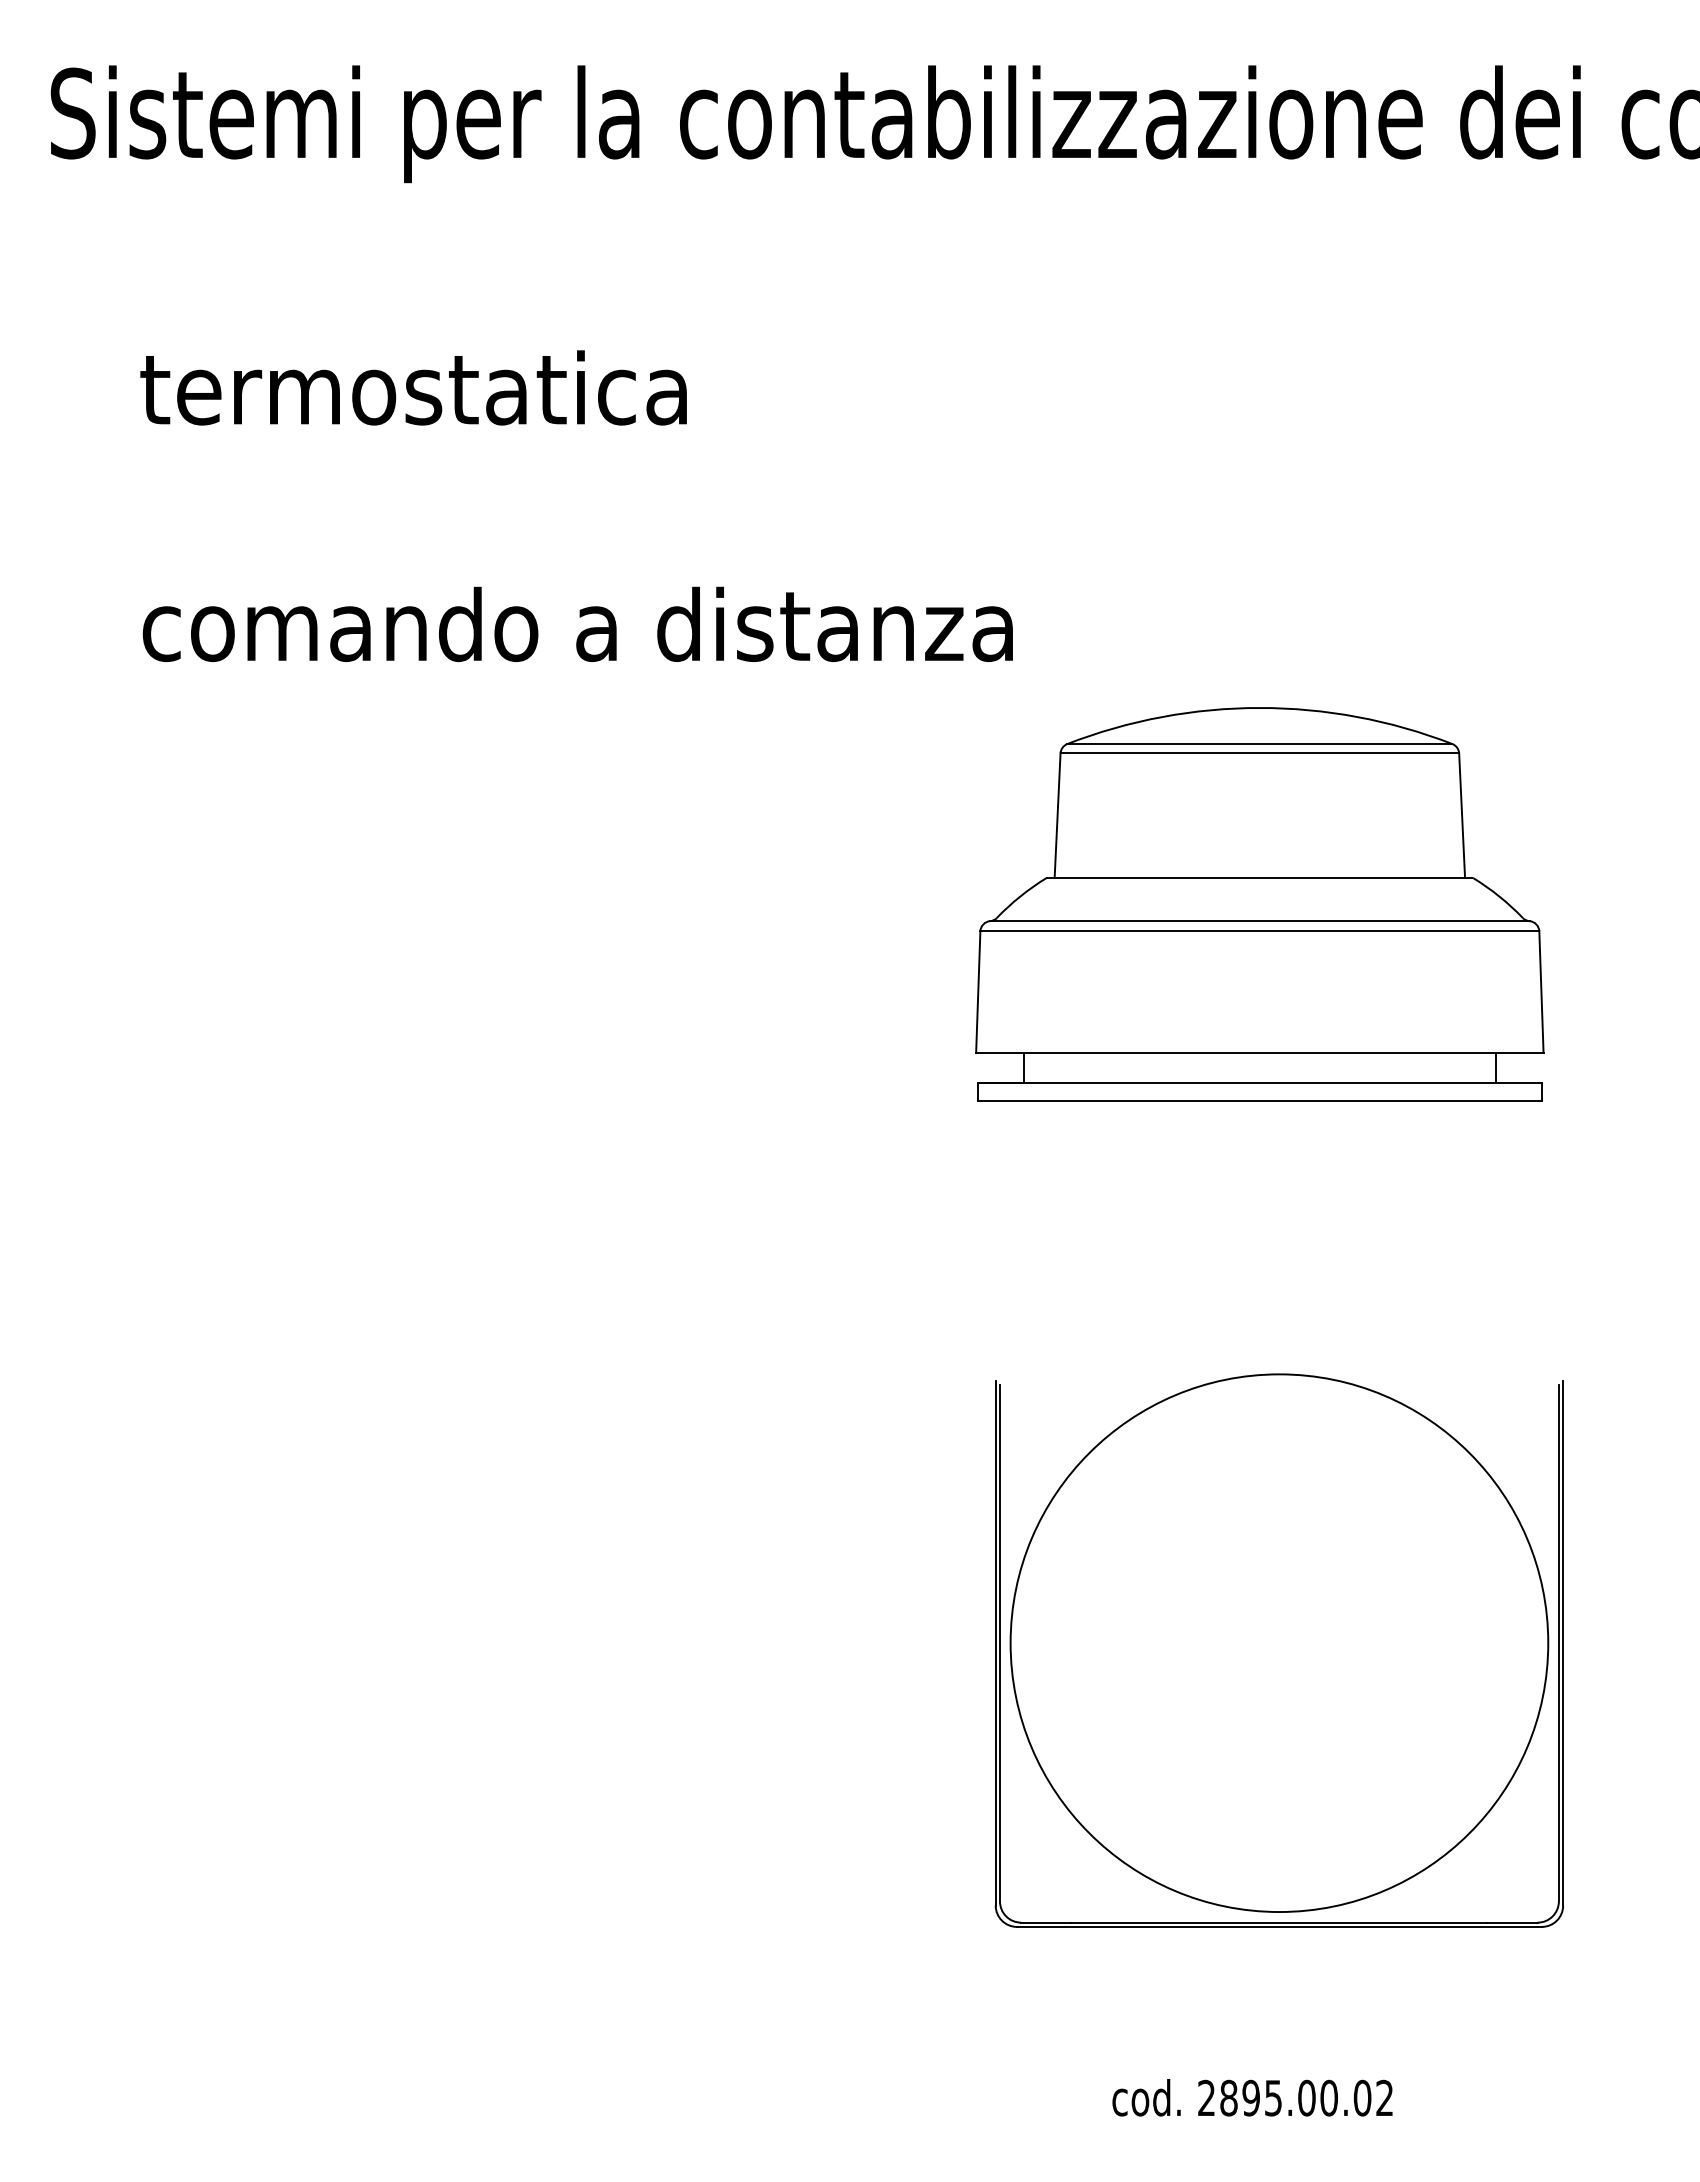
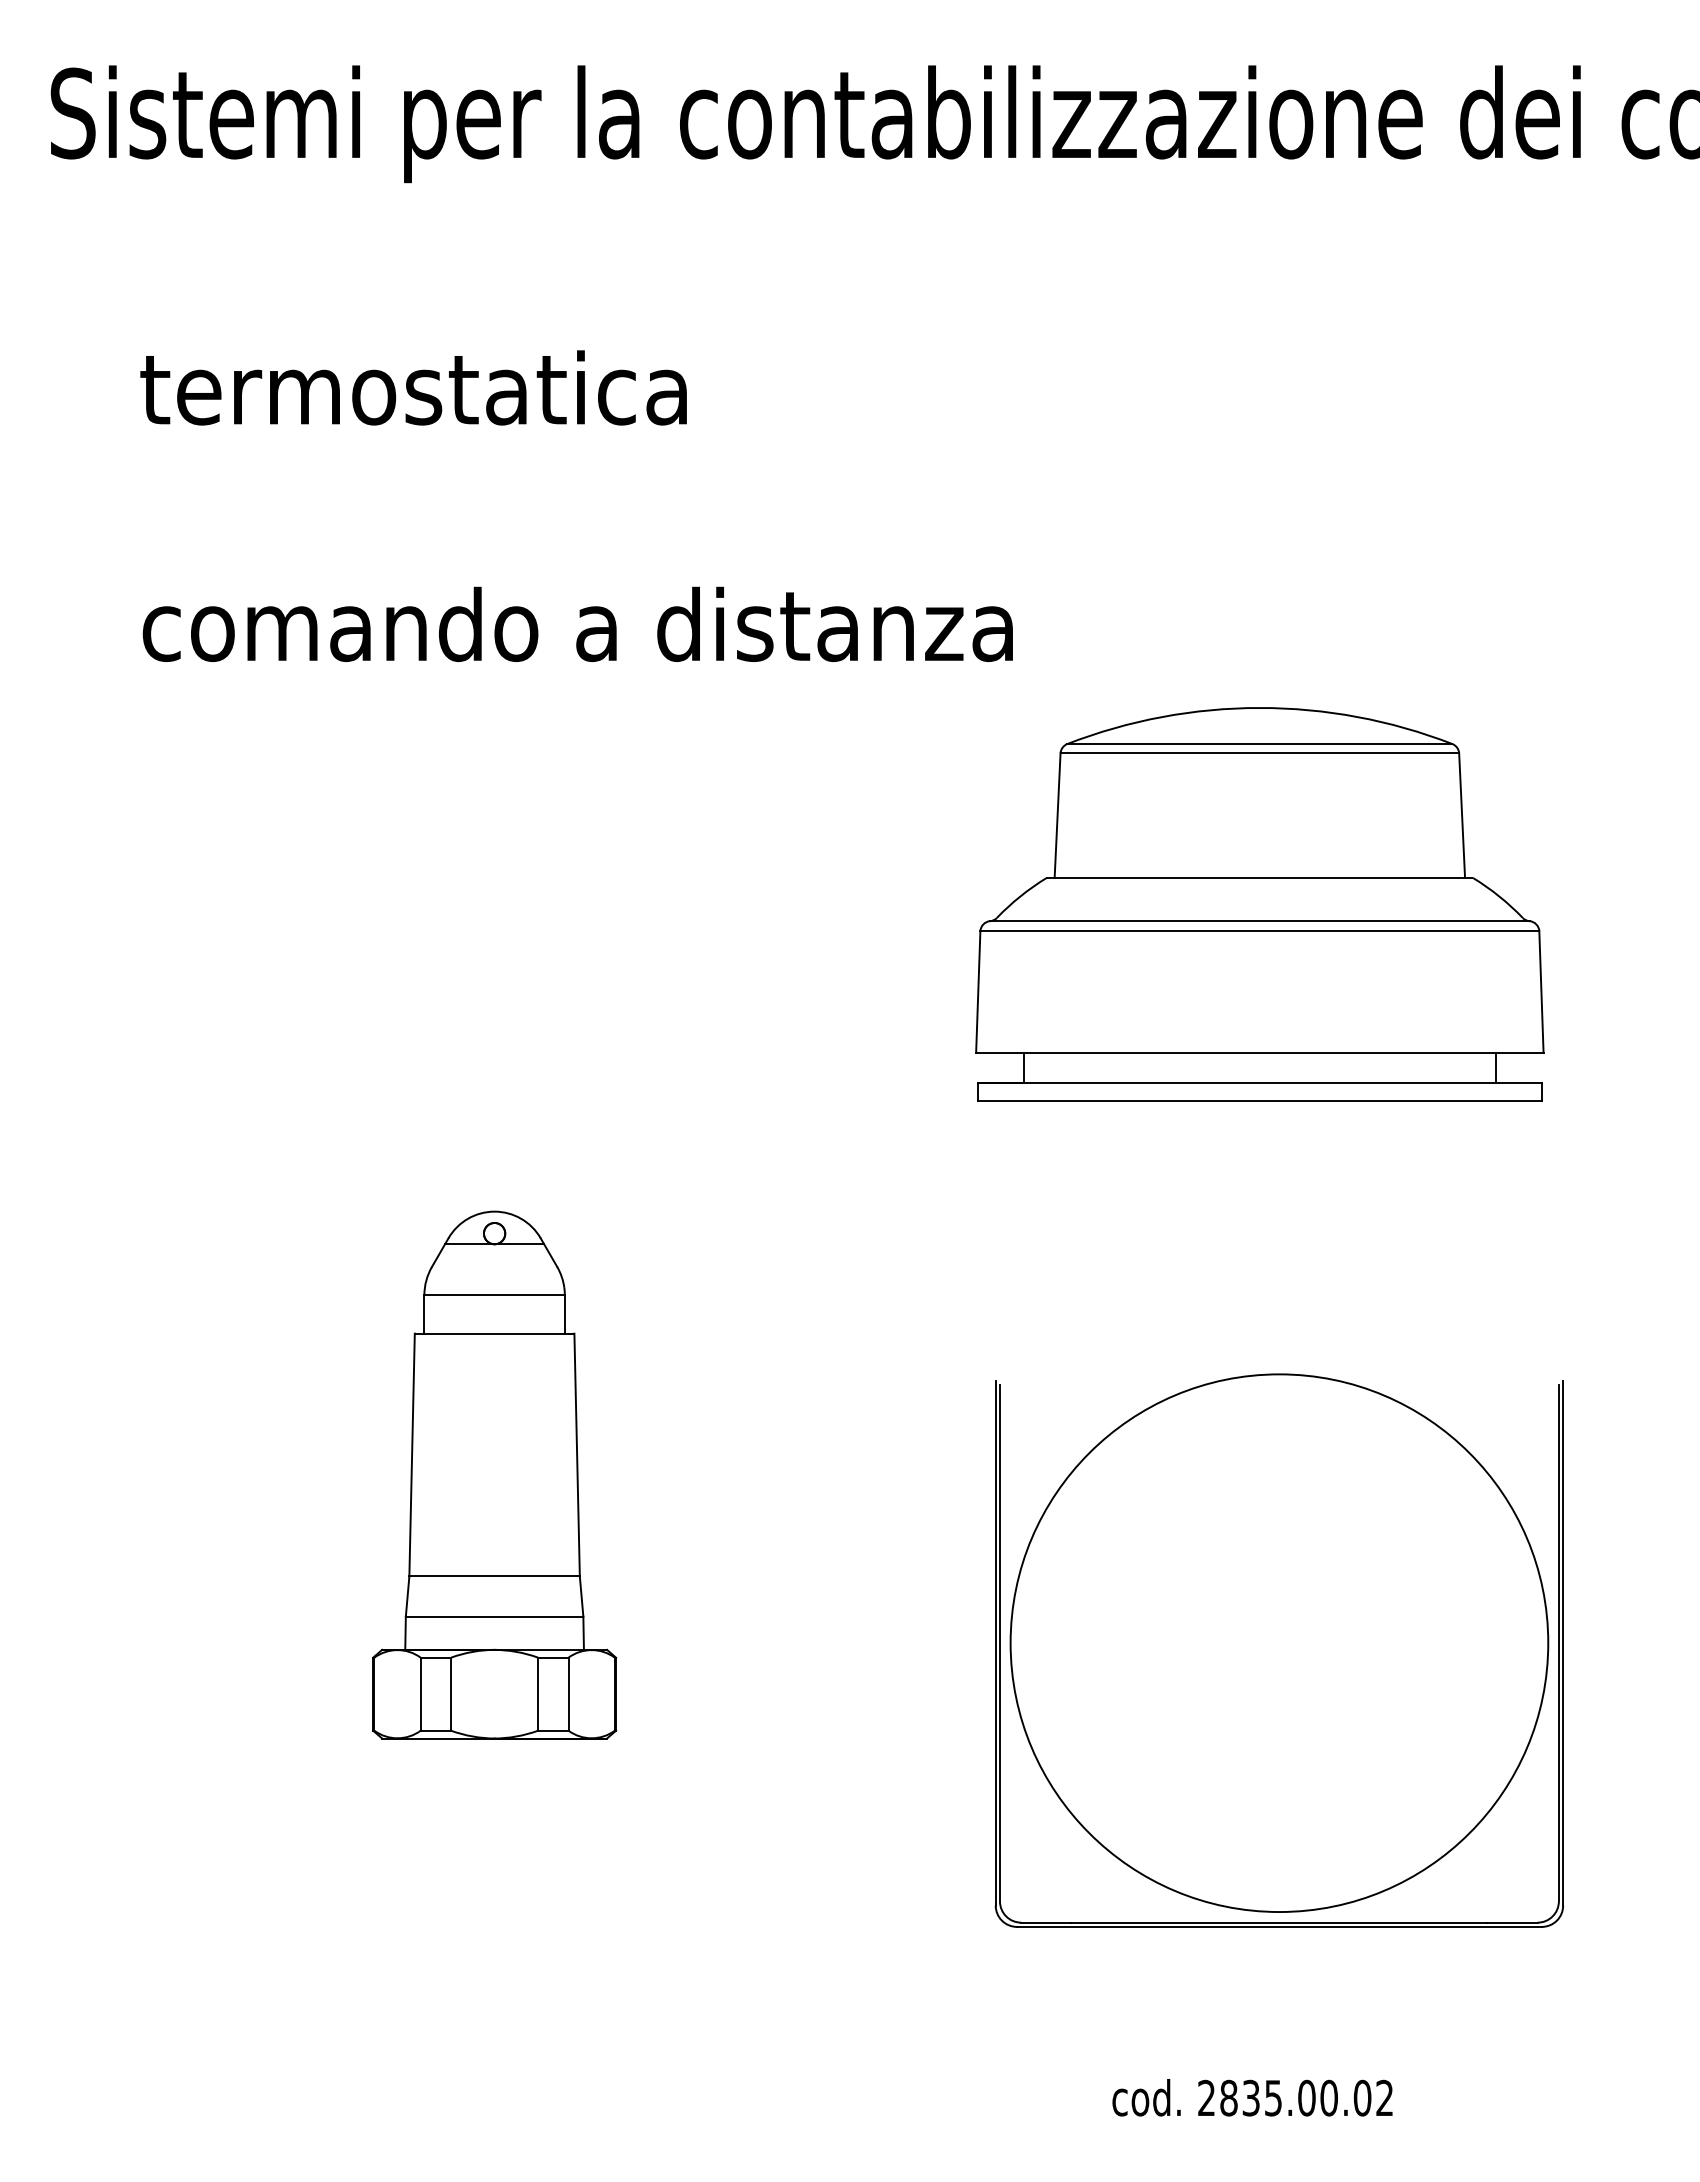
part at (494, 1474): none -> present
text at (1250, 2097): 2895.00.02 -> 2835.00.02
